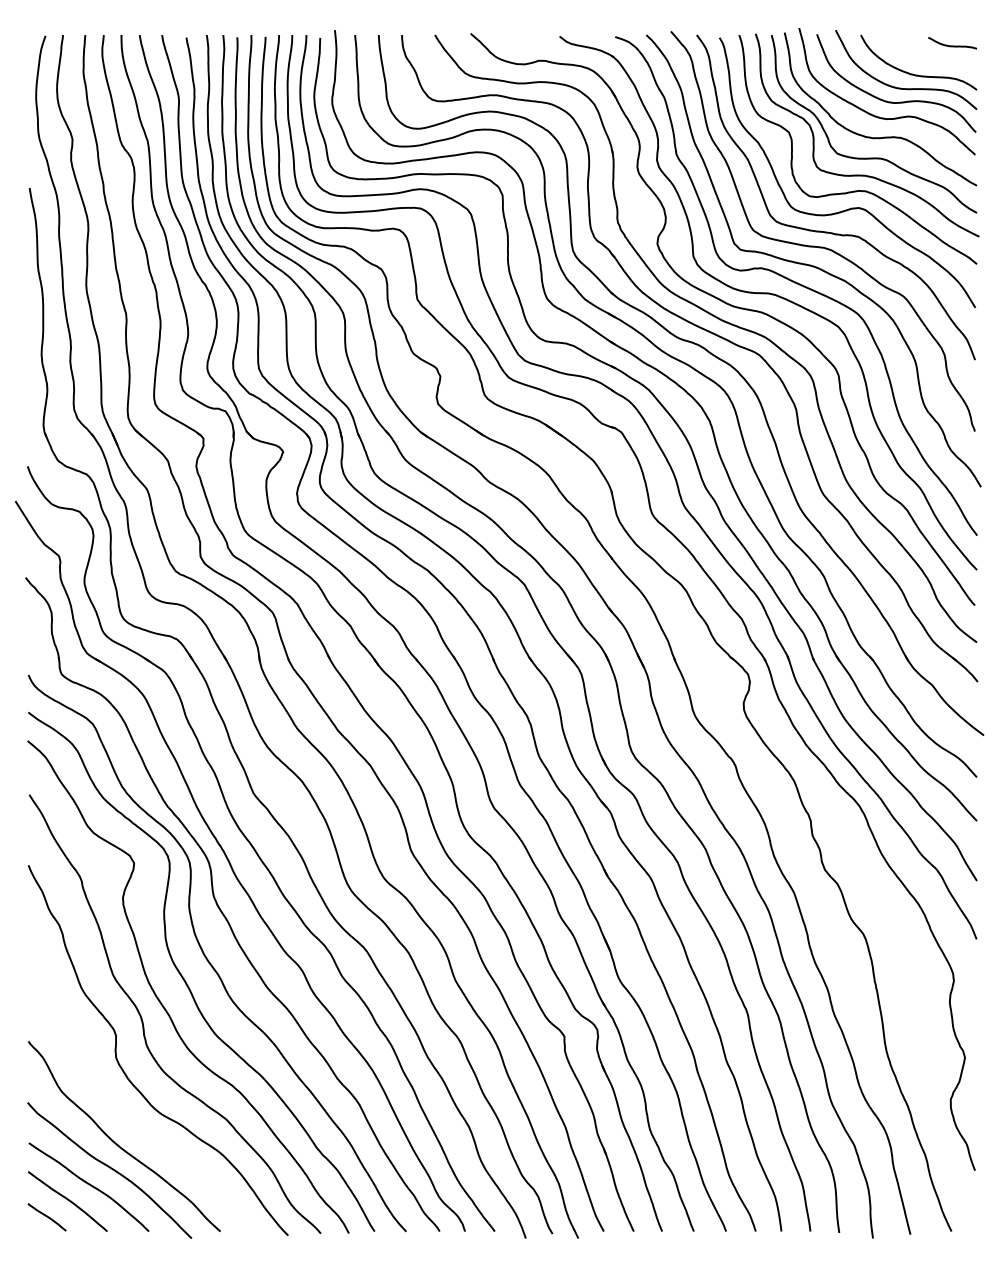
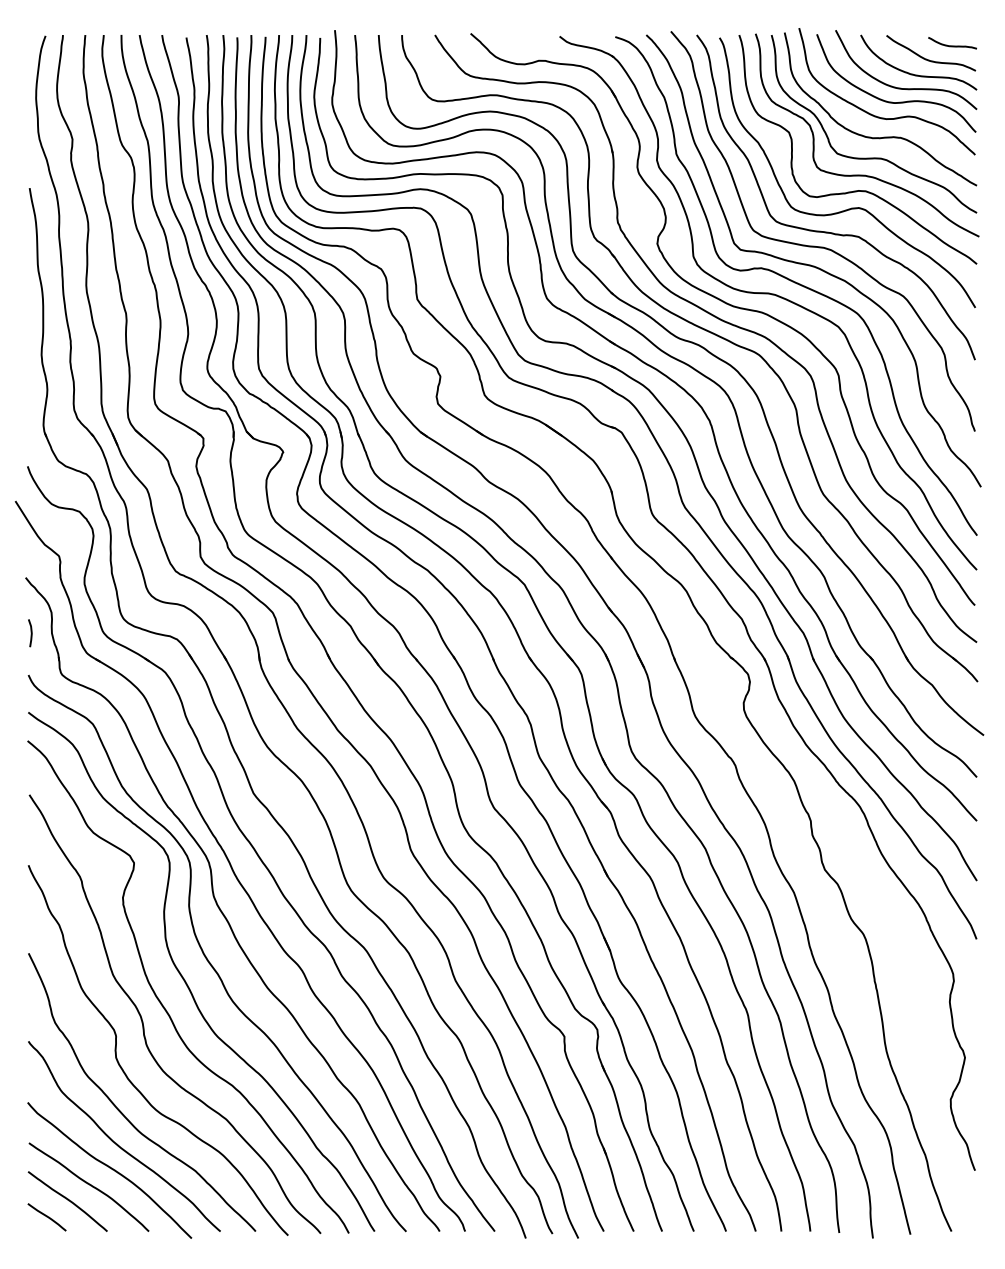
curve at (929, 59): none -> present
curve at (30, 633): none -> present
curve at (122, 1112): none -> present
